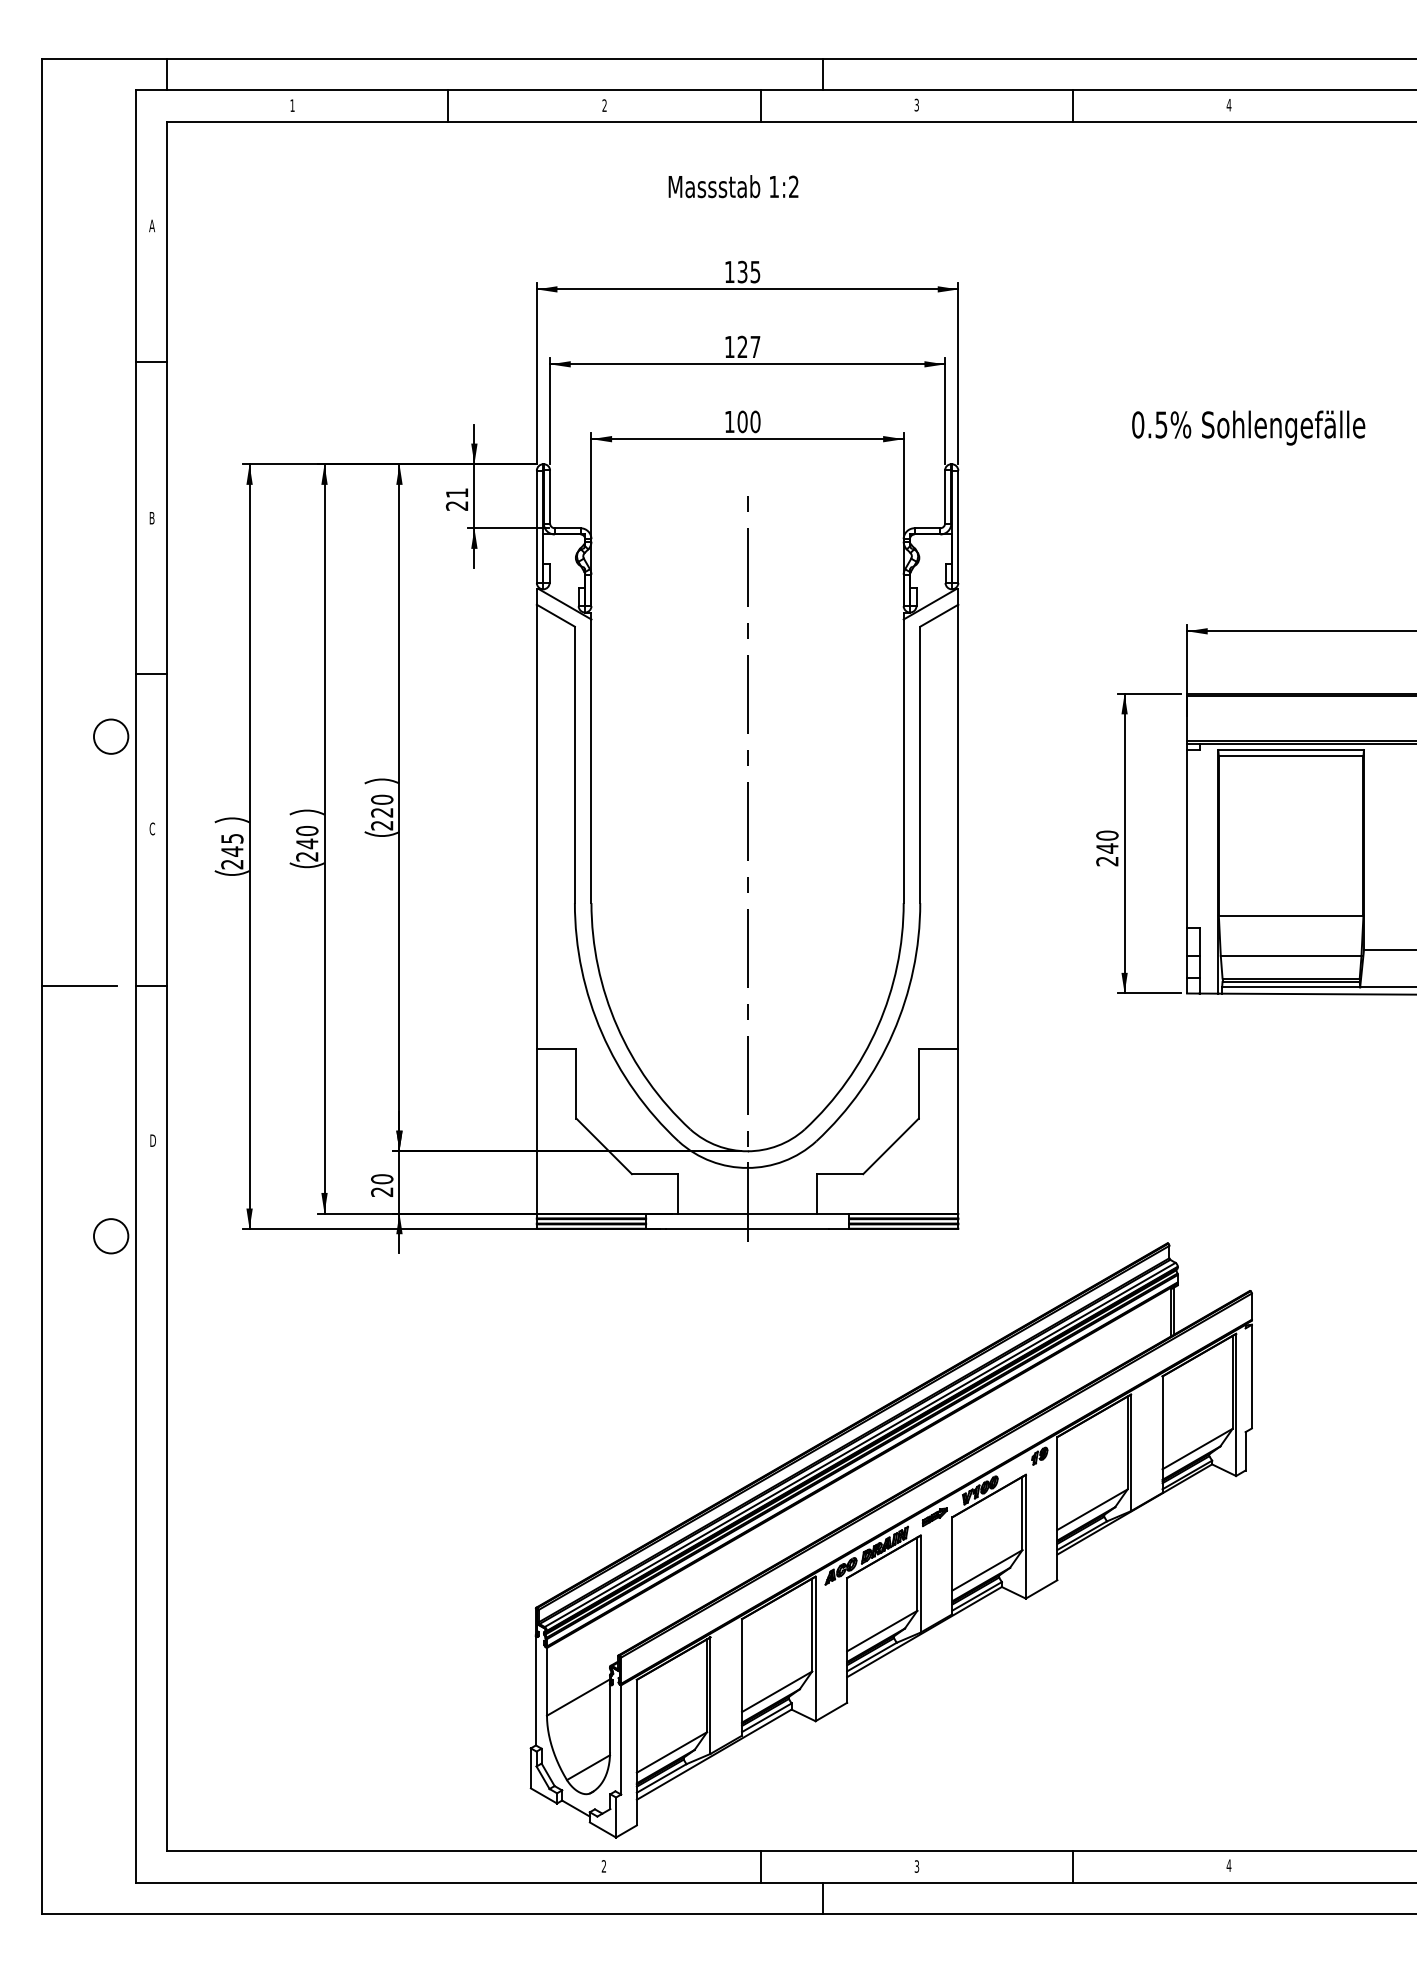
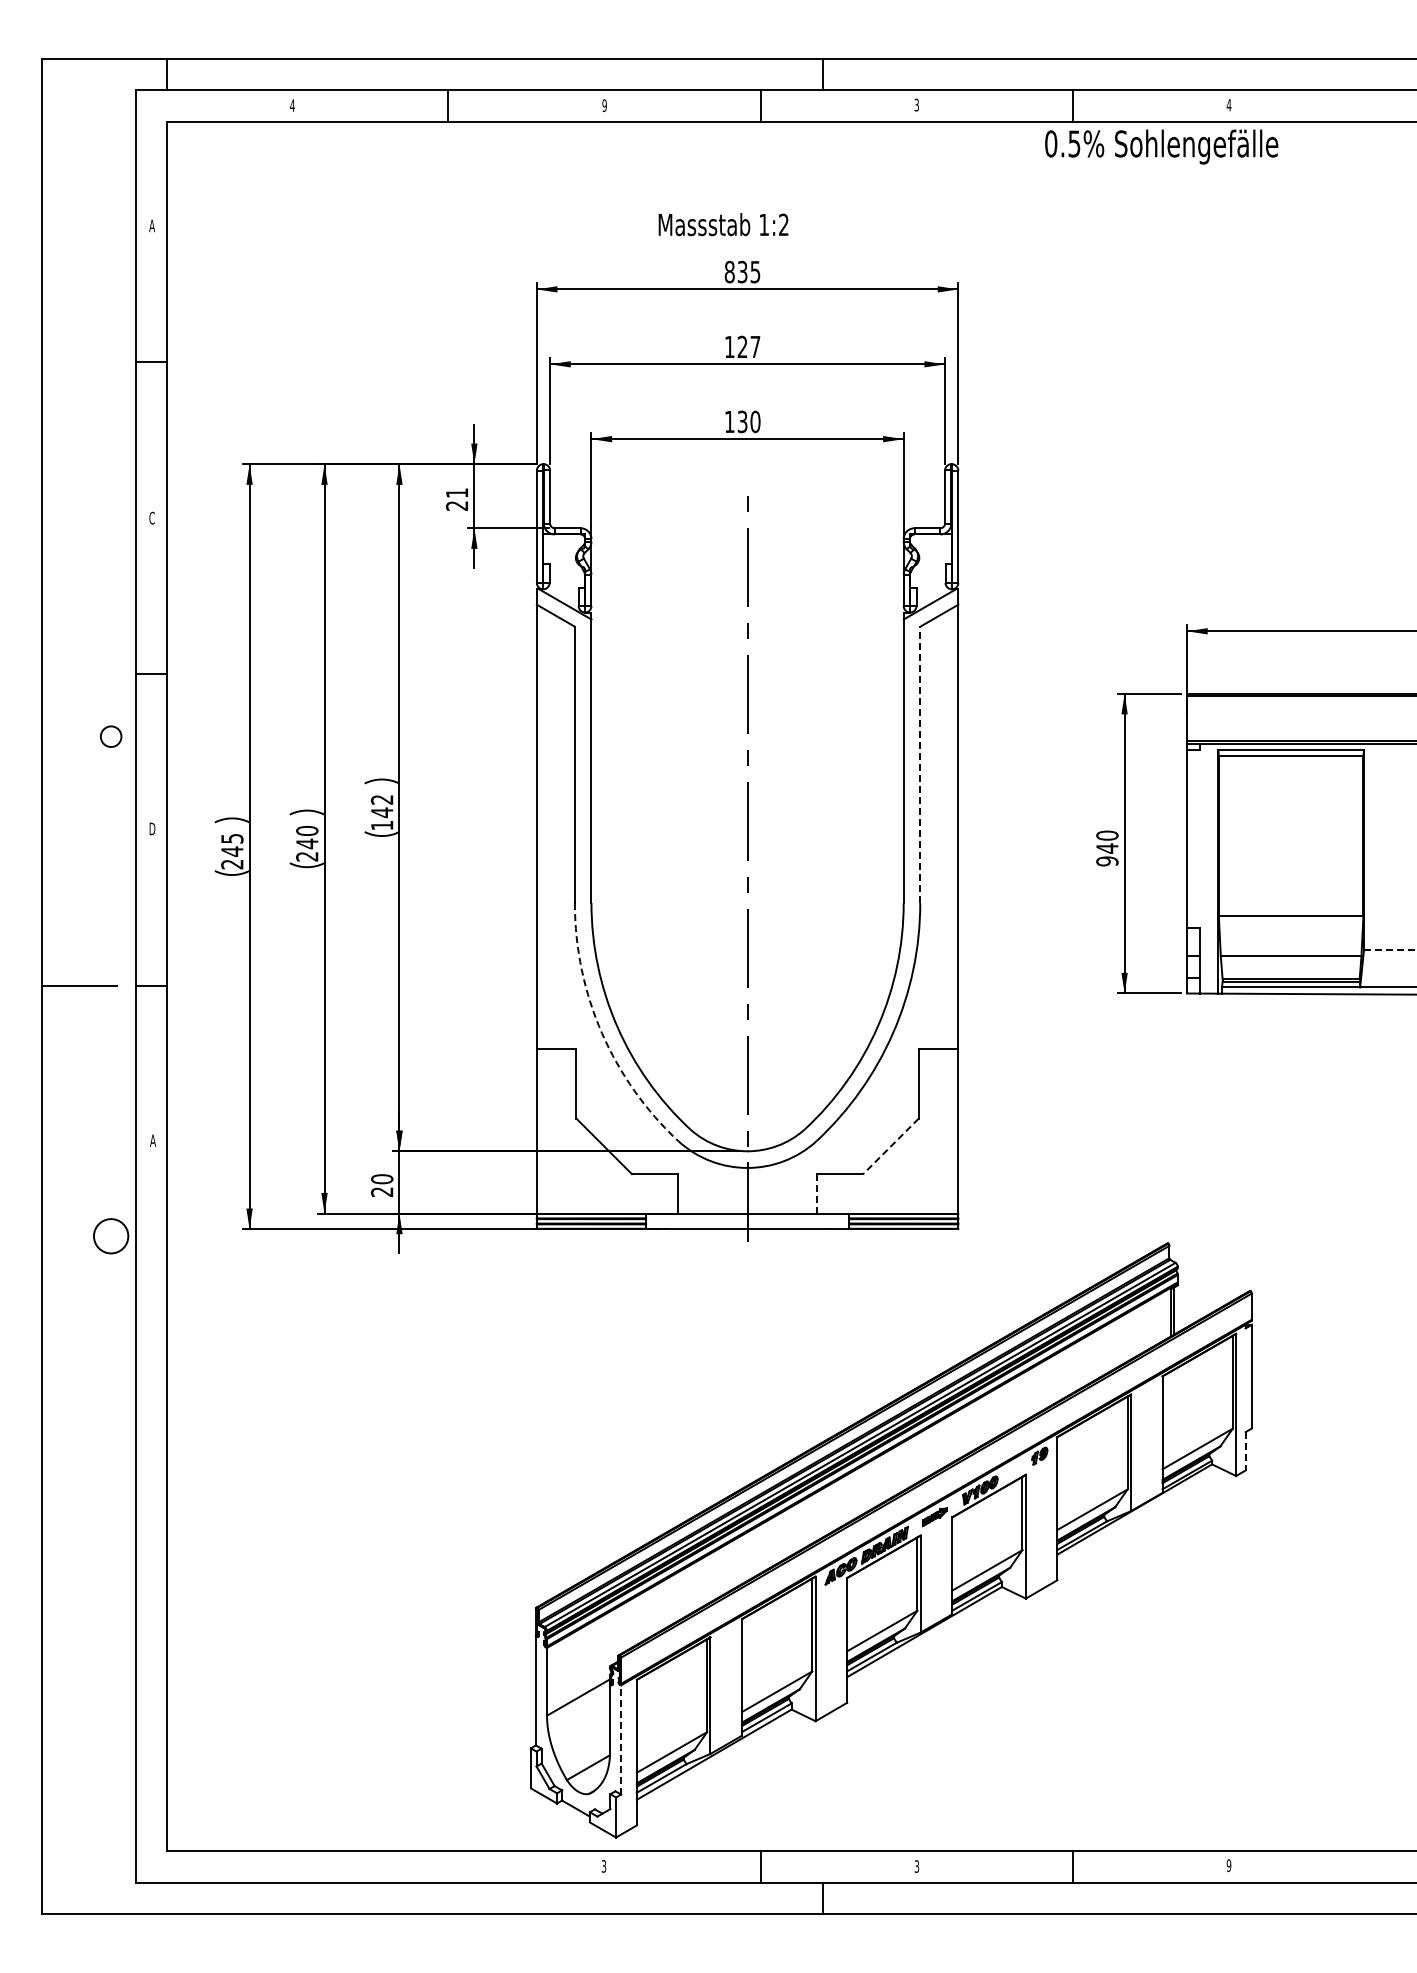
text at (292, 105): 1 -> 4
text at (604, 105): 2 -> 9
text at (733, 186) position: (733, 186) -> (723, 224)
text at (729, 271): 135 -> 835
text at (742, 421): 100 -> 130
text at (1248, 427) position: (1248, 427) -> (1161, 146)
text at (151, 517): B -> C
circle at (110, 736) diameter: 34 px -> 21 px
line at (920, 764): solid -> dashed
text at (382, 812): 220 -> 142
text at (152, 828): C -> D
text at (1107, 861): 240 -> 940
line at (1389, 949): solid -> dashed
arc at (601, 1033): solid -> dashed
text at (152, 1140): D -> A
line at (890, 1146): solid -> dashed
line at (817, 1193): solid -> dashed
line at (1245, 1451): solid -> dashed
line at (621, 1739): solid -> dashed
text at (1228, 1865): 4 -> 9
text at (603, 1866): 2 -> 3
